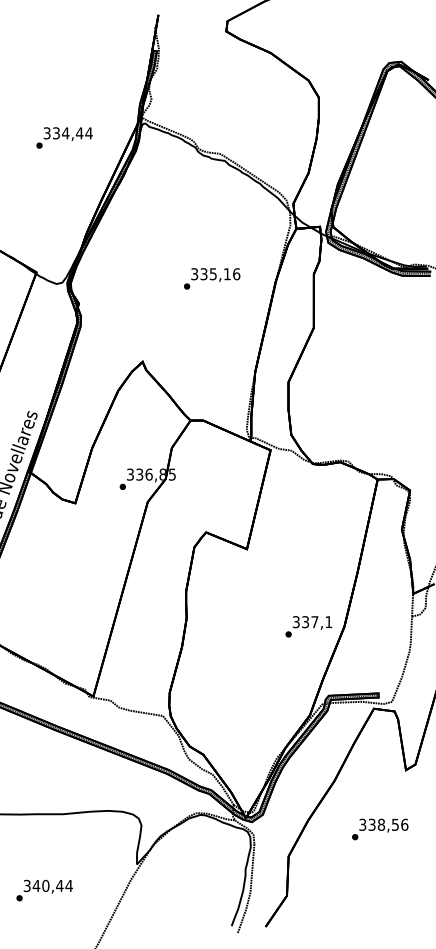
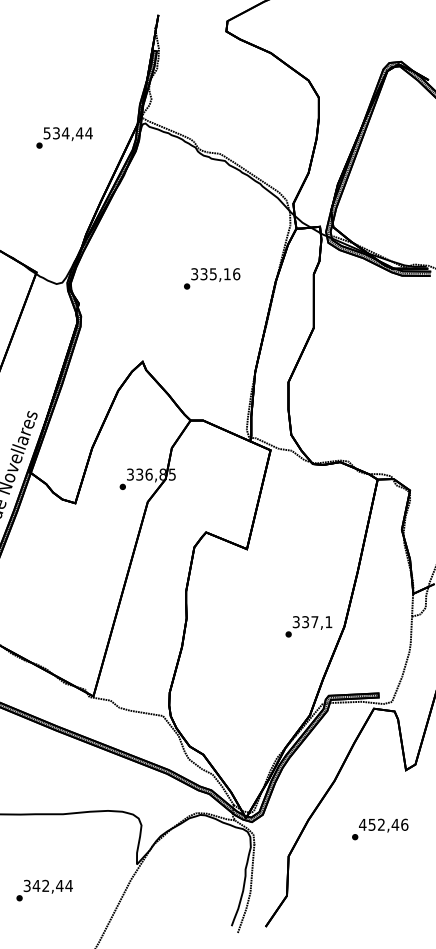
text at (47, 132): 334,44 -> 534,44
text at (379, 824): 338,56 -> 452,46
text at (45, 885): 340,44 -> 342,44
